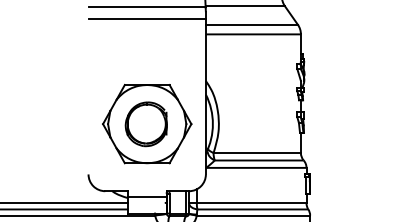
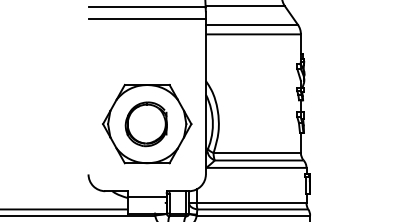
line at (64, 203): present -> none
